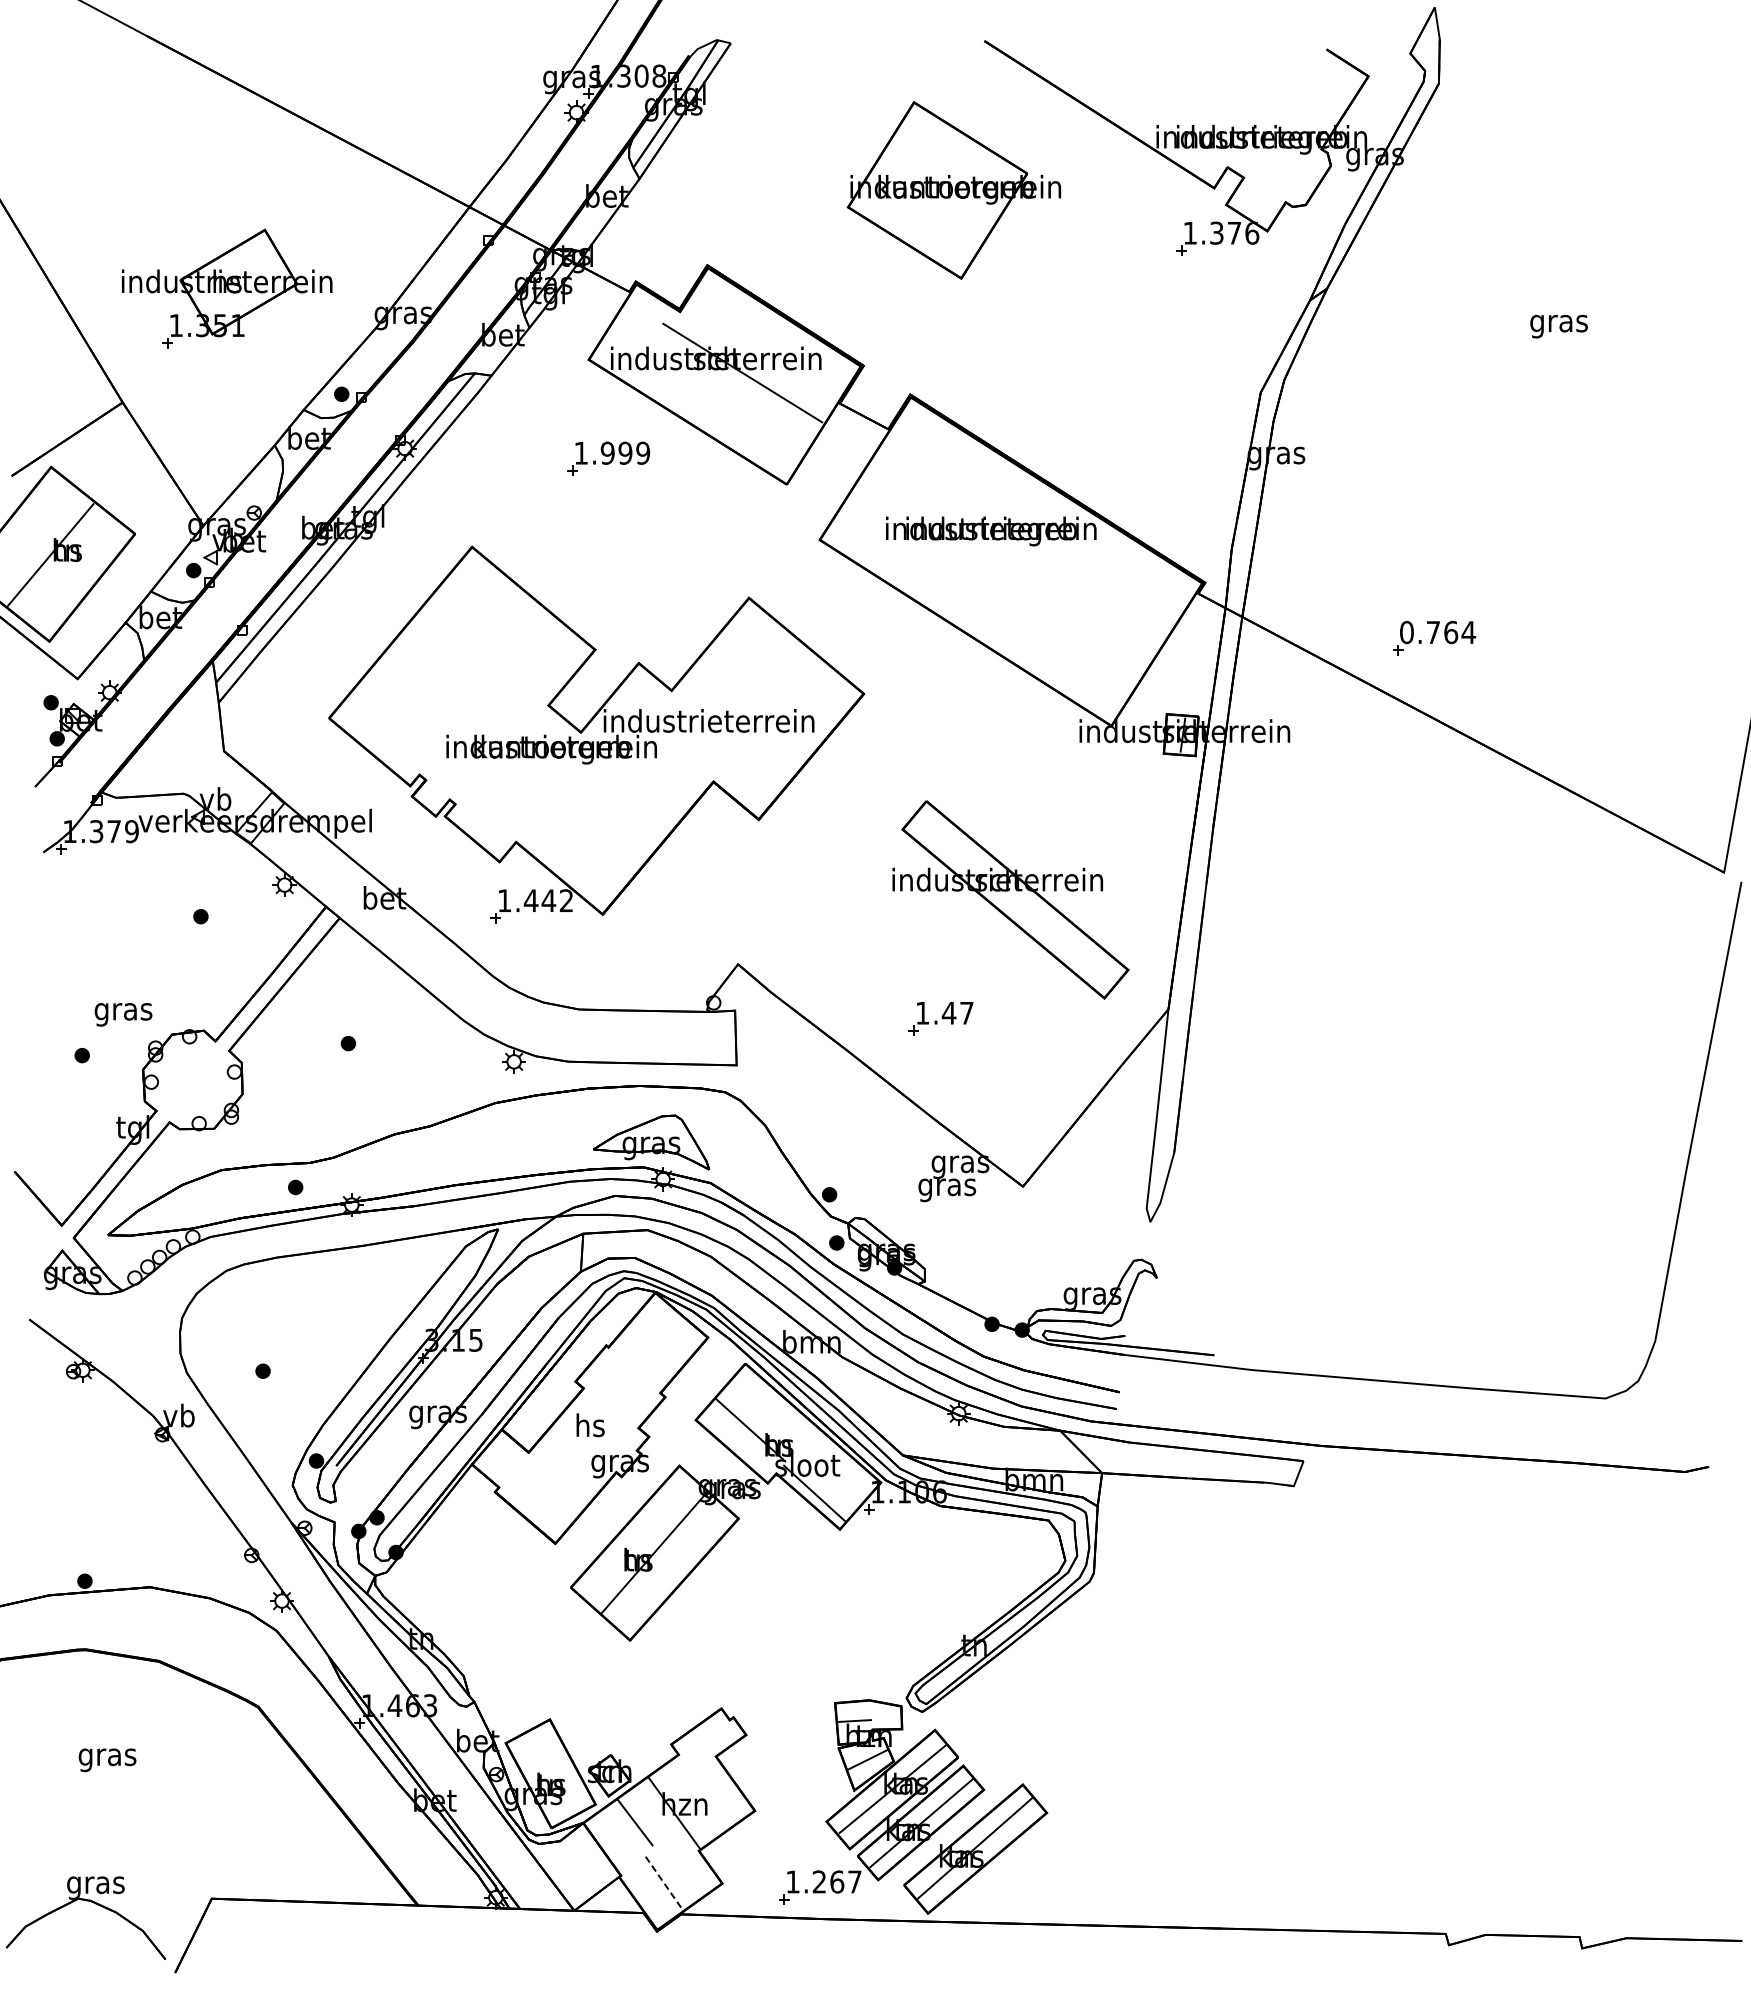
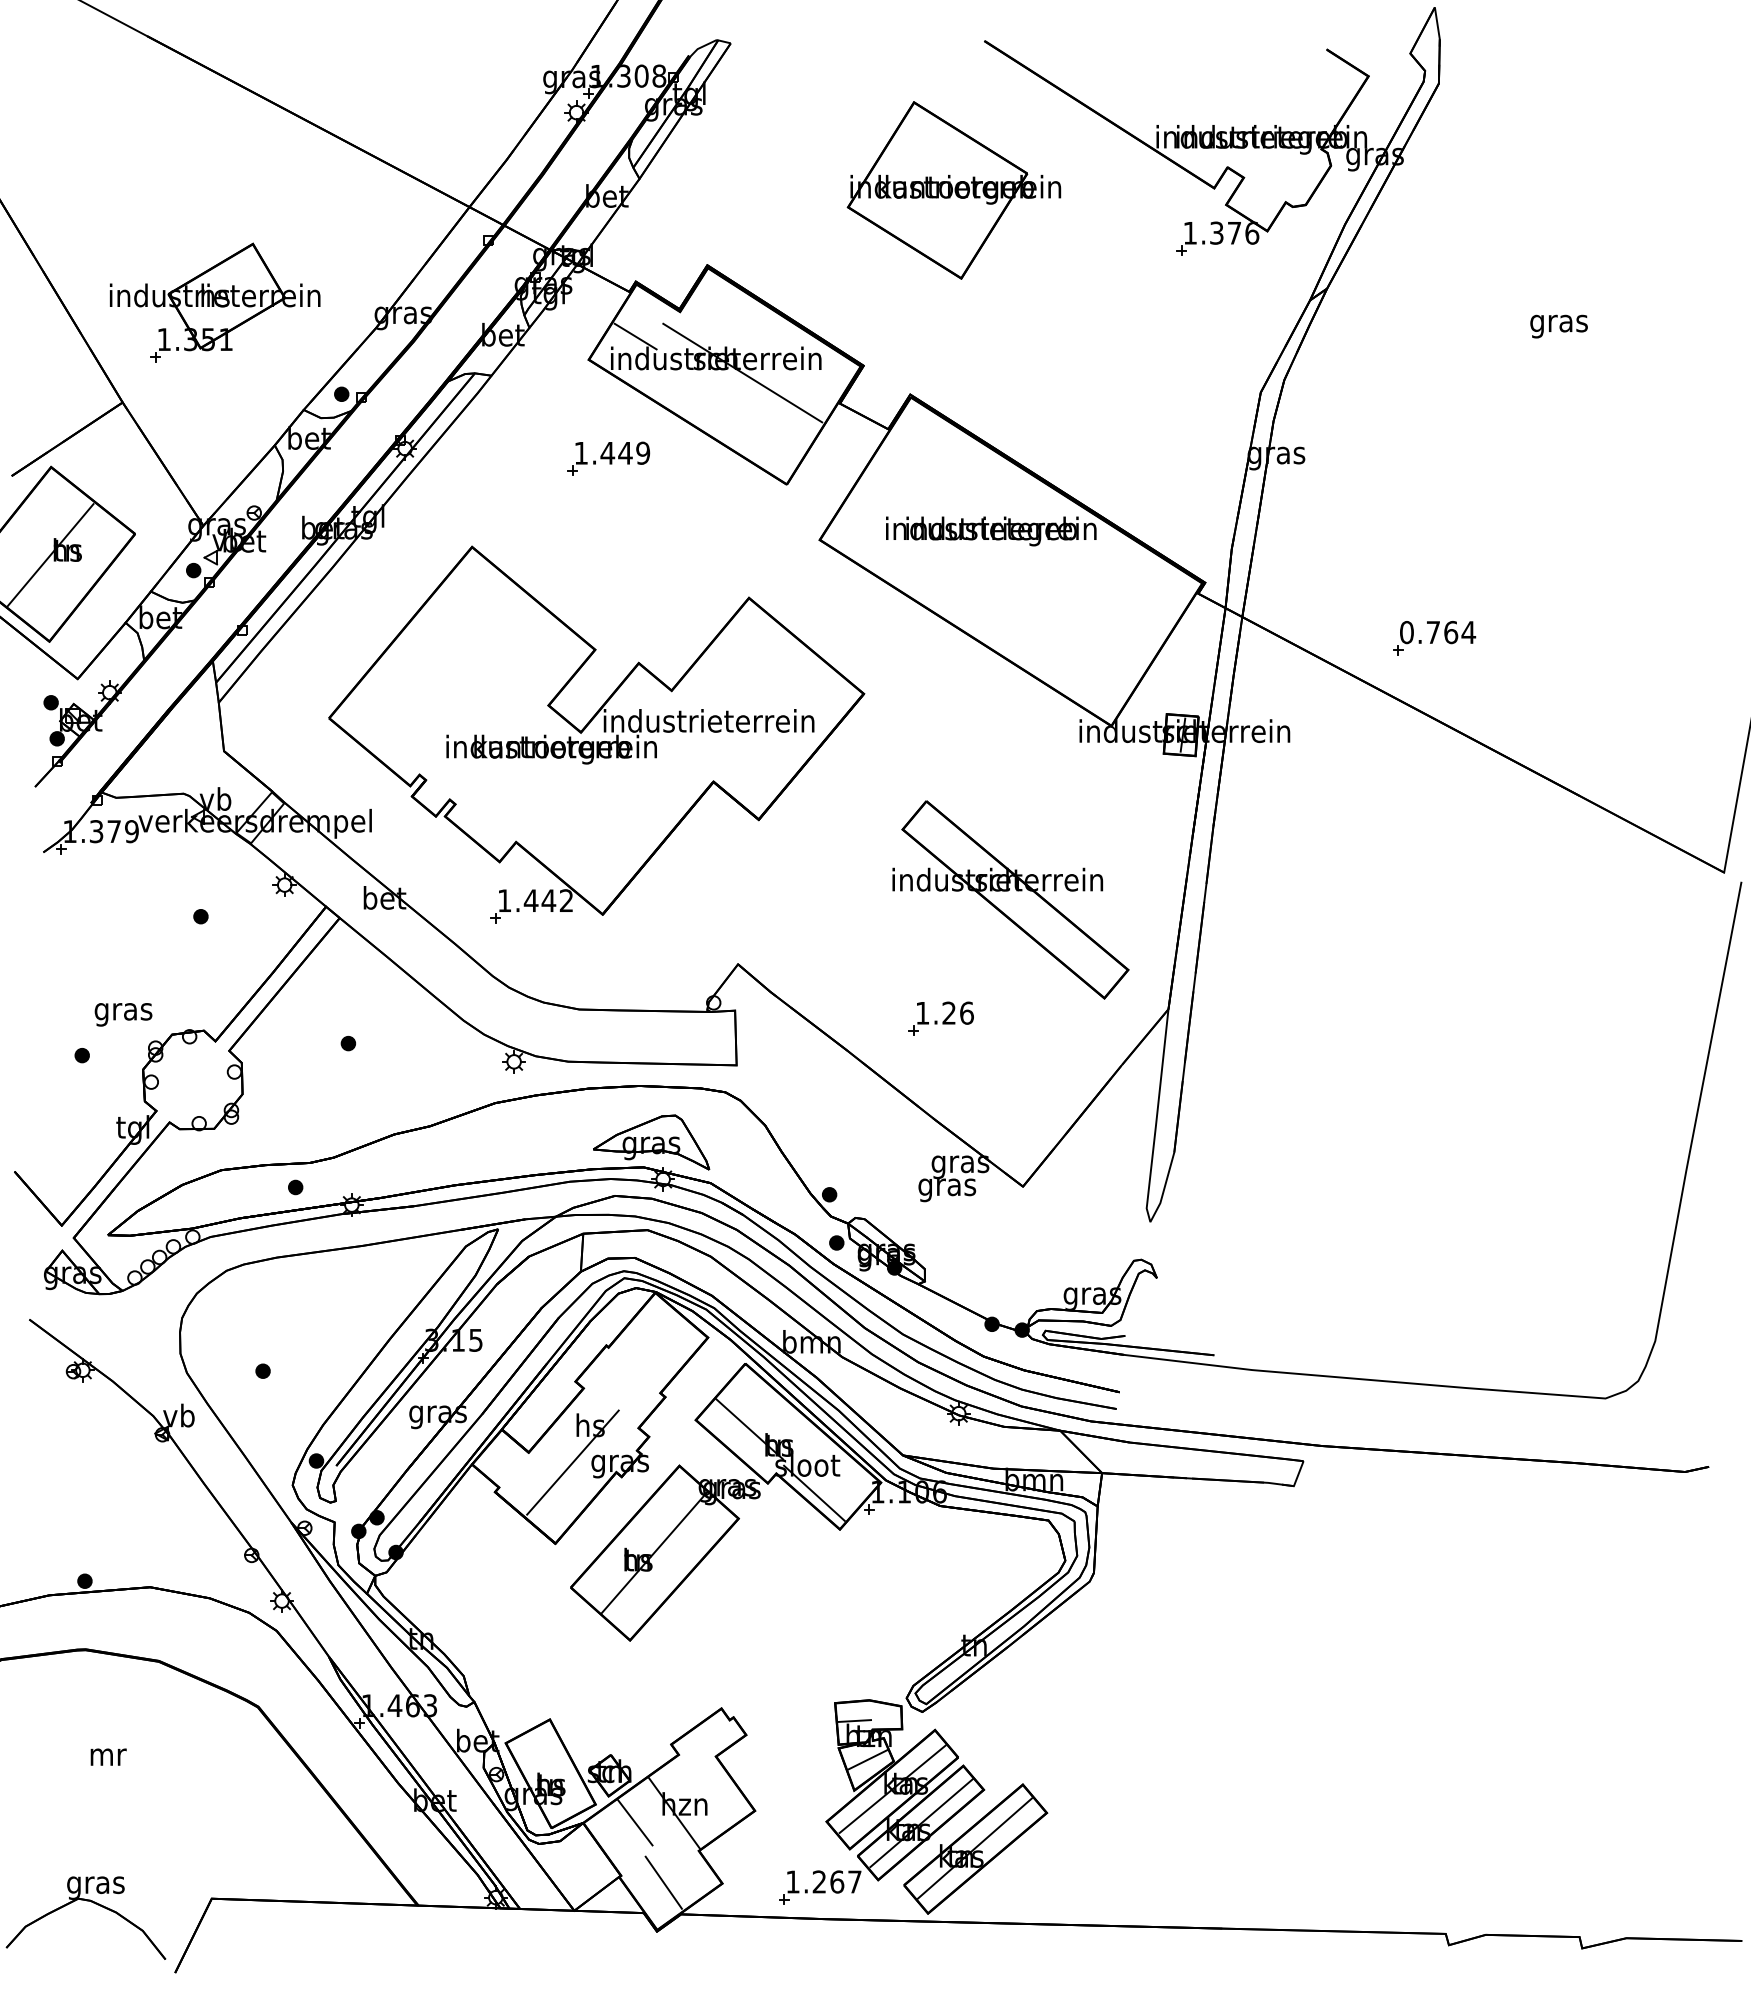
part at (227, 288) position: (227, 288) -> (215, 302)
line at (635, 336): none -> present
text at (616, 452): 1.999 -> 1.449
text at (957, 1012): 1.47 -> 1.26
line at (572, 1462): none -> present
text at (107, 1760): gras -> mr
line at (663, 1882): dashed -> solid
